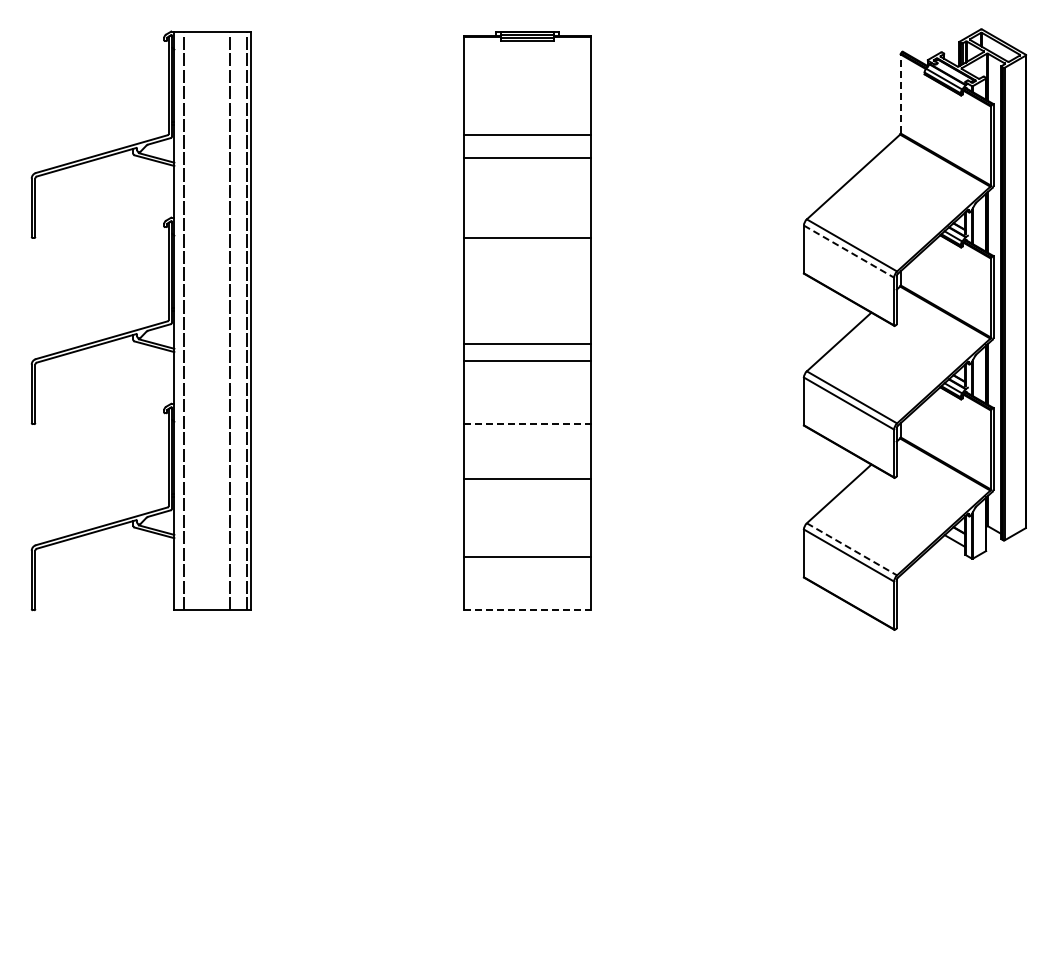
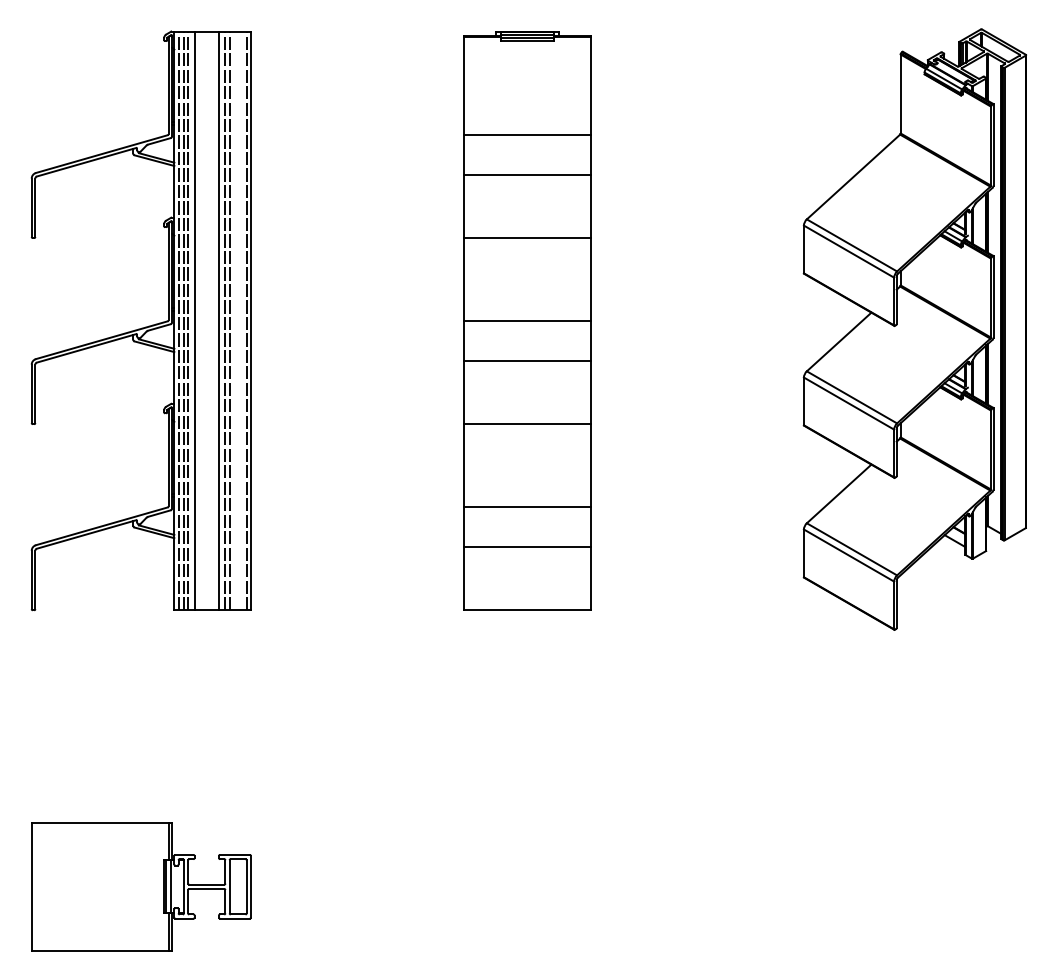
line at (900, 93): dashed -> solid
line at (527, 158) position: (527, 158) -> (527, 175)
line at (849, 251): dashed -> solid
line at (178, 320): none -> present
line at (188, 320): none -> present
line at (194, 320): none -> present
line at (219, 320): none -> present
line at (225, 320): none -> present
line at (527, 343) position: (527, 343) -> (527, 320)
line at (527, 424): dashed -> solid
line at (527, 479) position: (527, 479) -> (527, 507)
line at (852, 549): dashed -> solid
line at (527, 557) position: (527, 557) -> (527, 547)
line at (527, 610): dashed -> solid
part at (141, 886): none -> present
